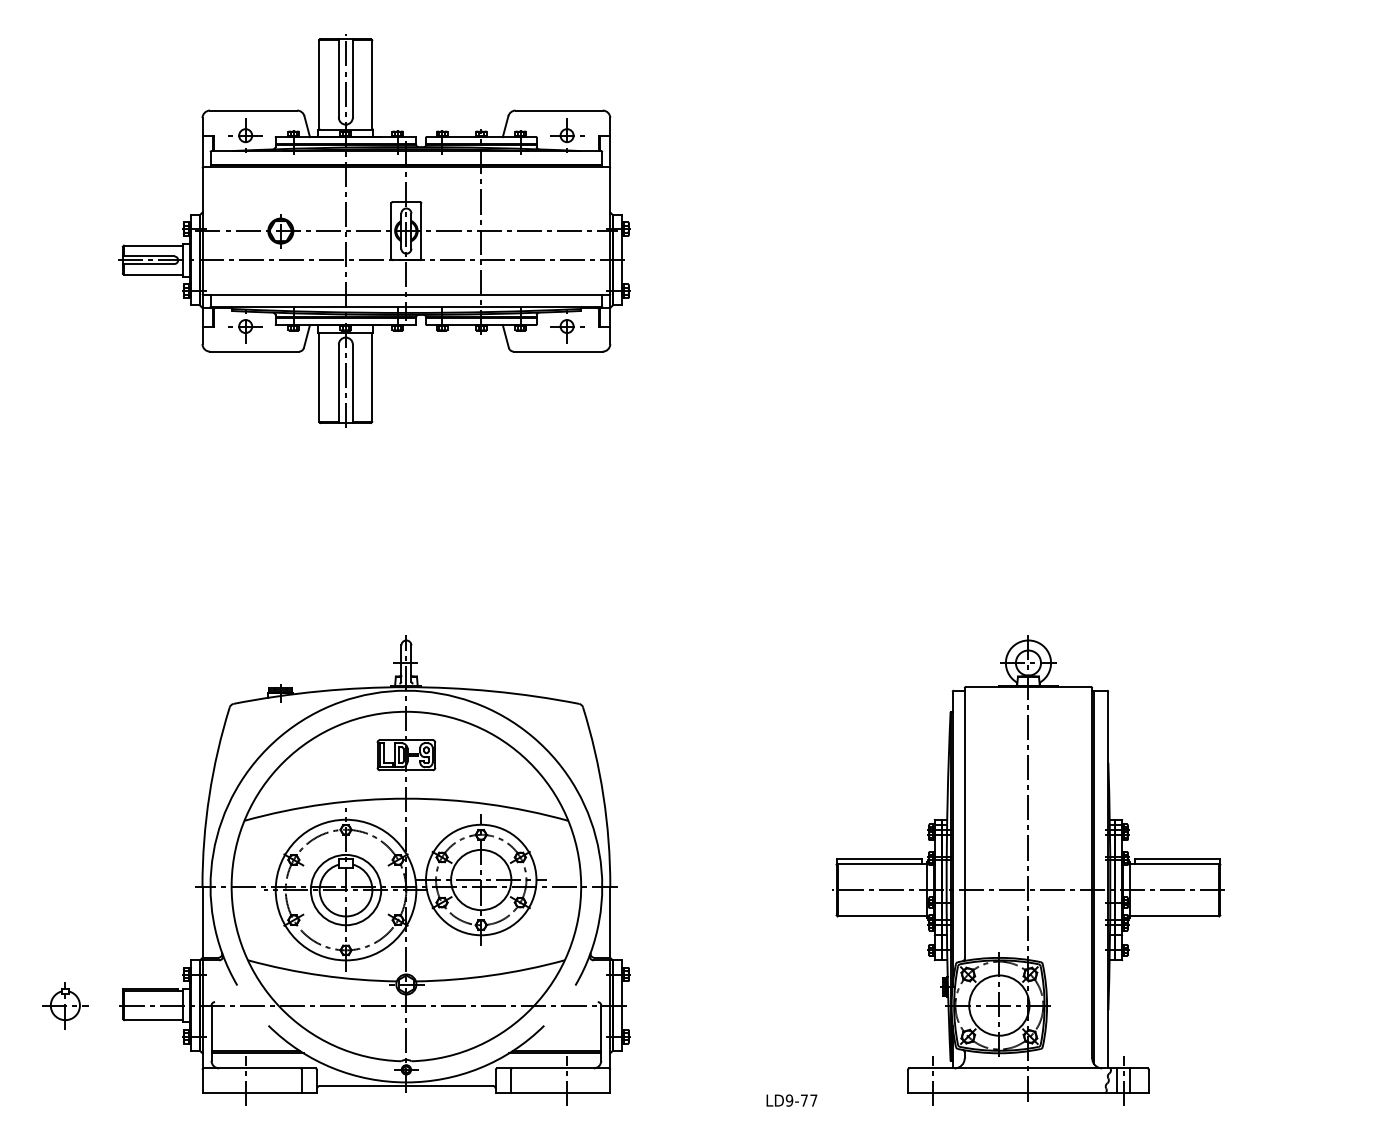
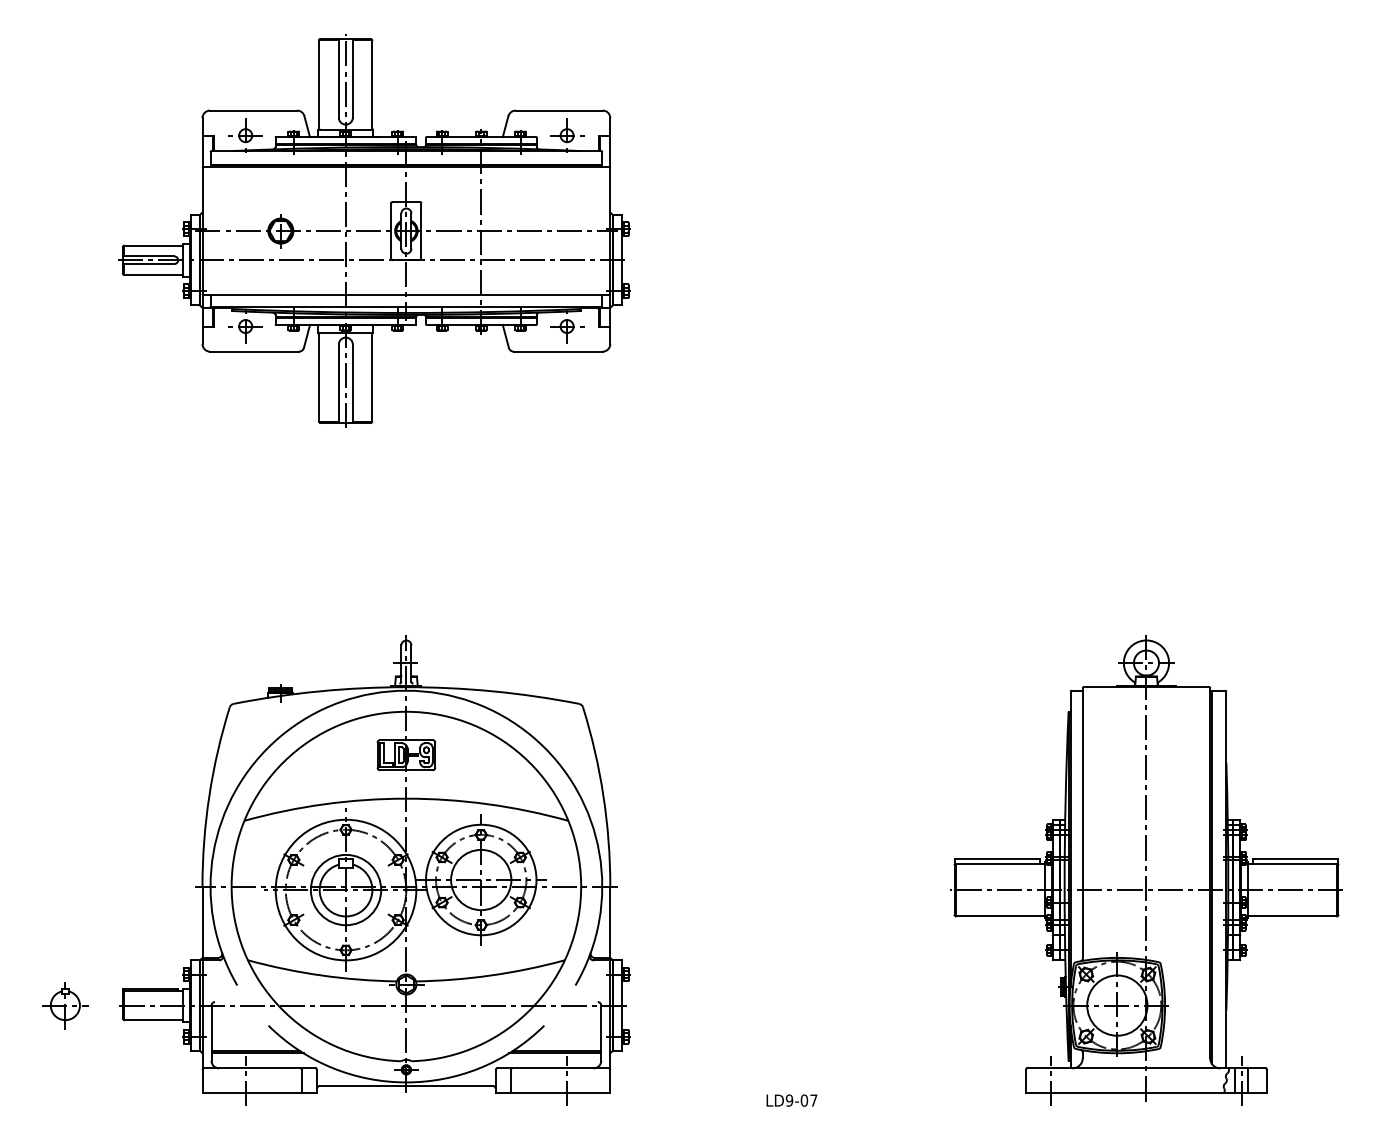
part at (1028, 870) position: (1028, 870) -> (1146, 870)
text at (804, 1100): LD9-77 -> LD9-07
